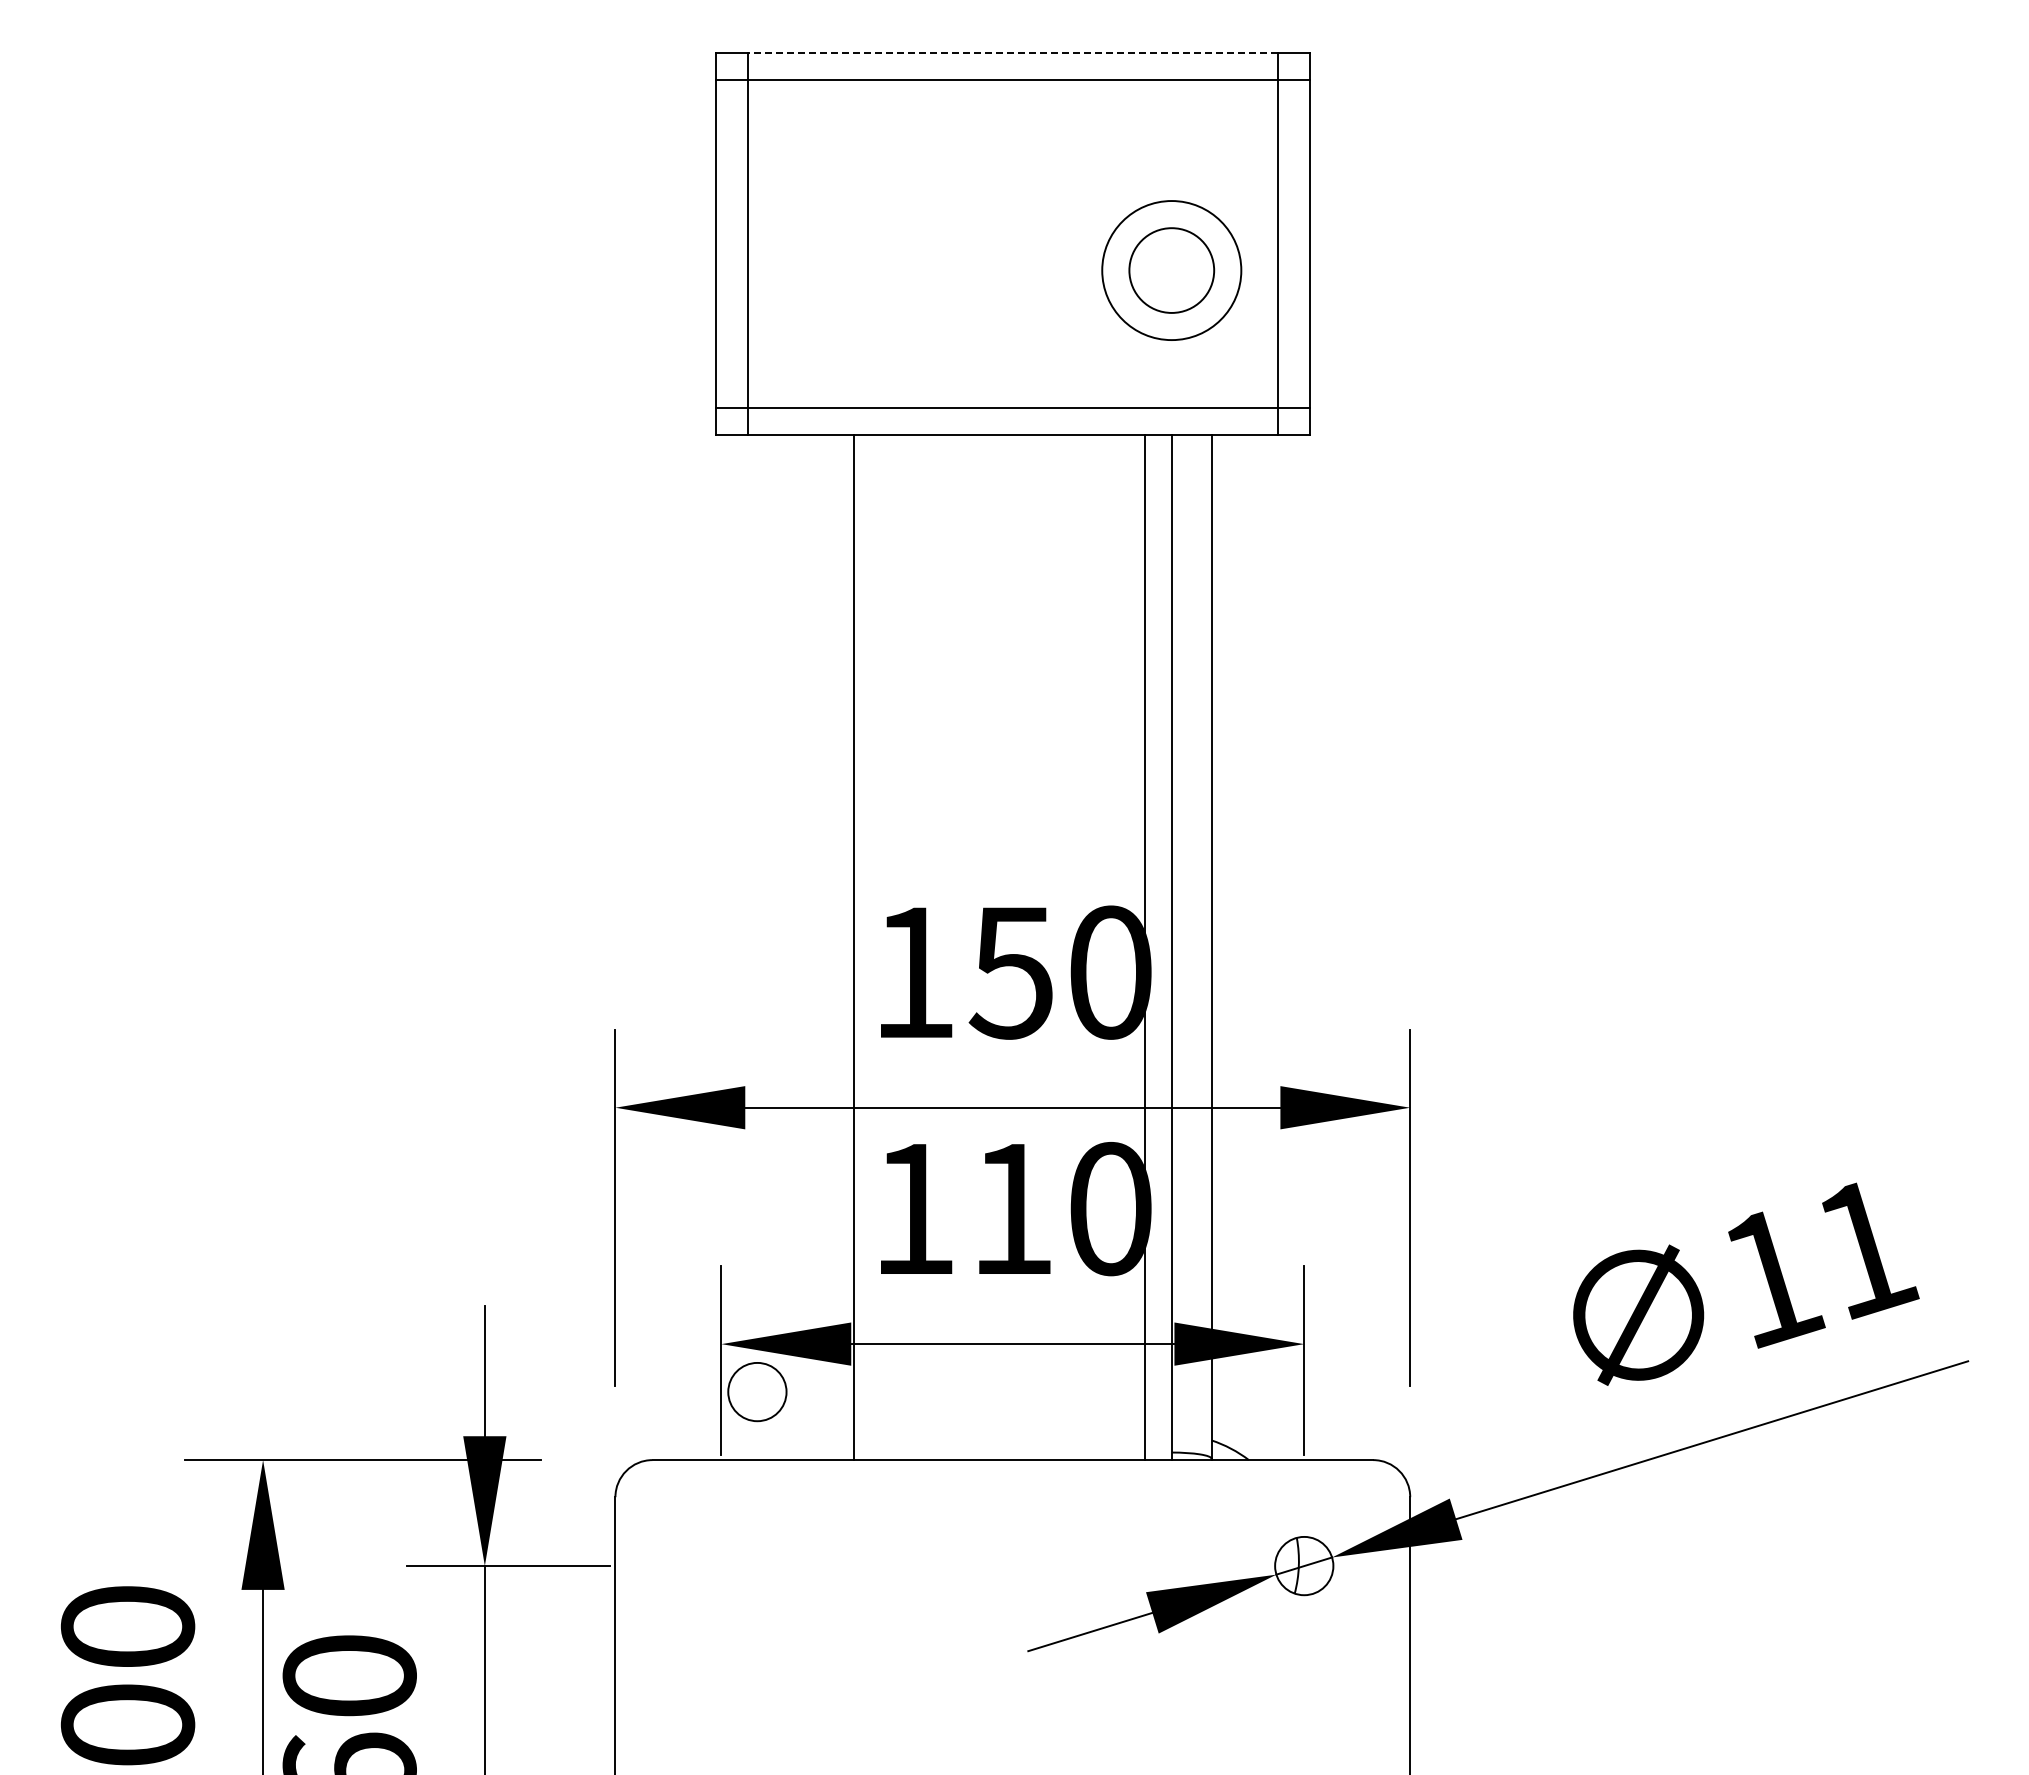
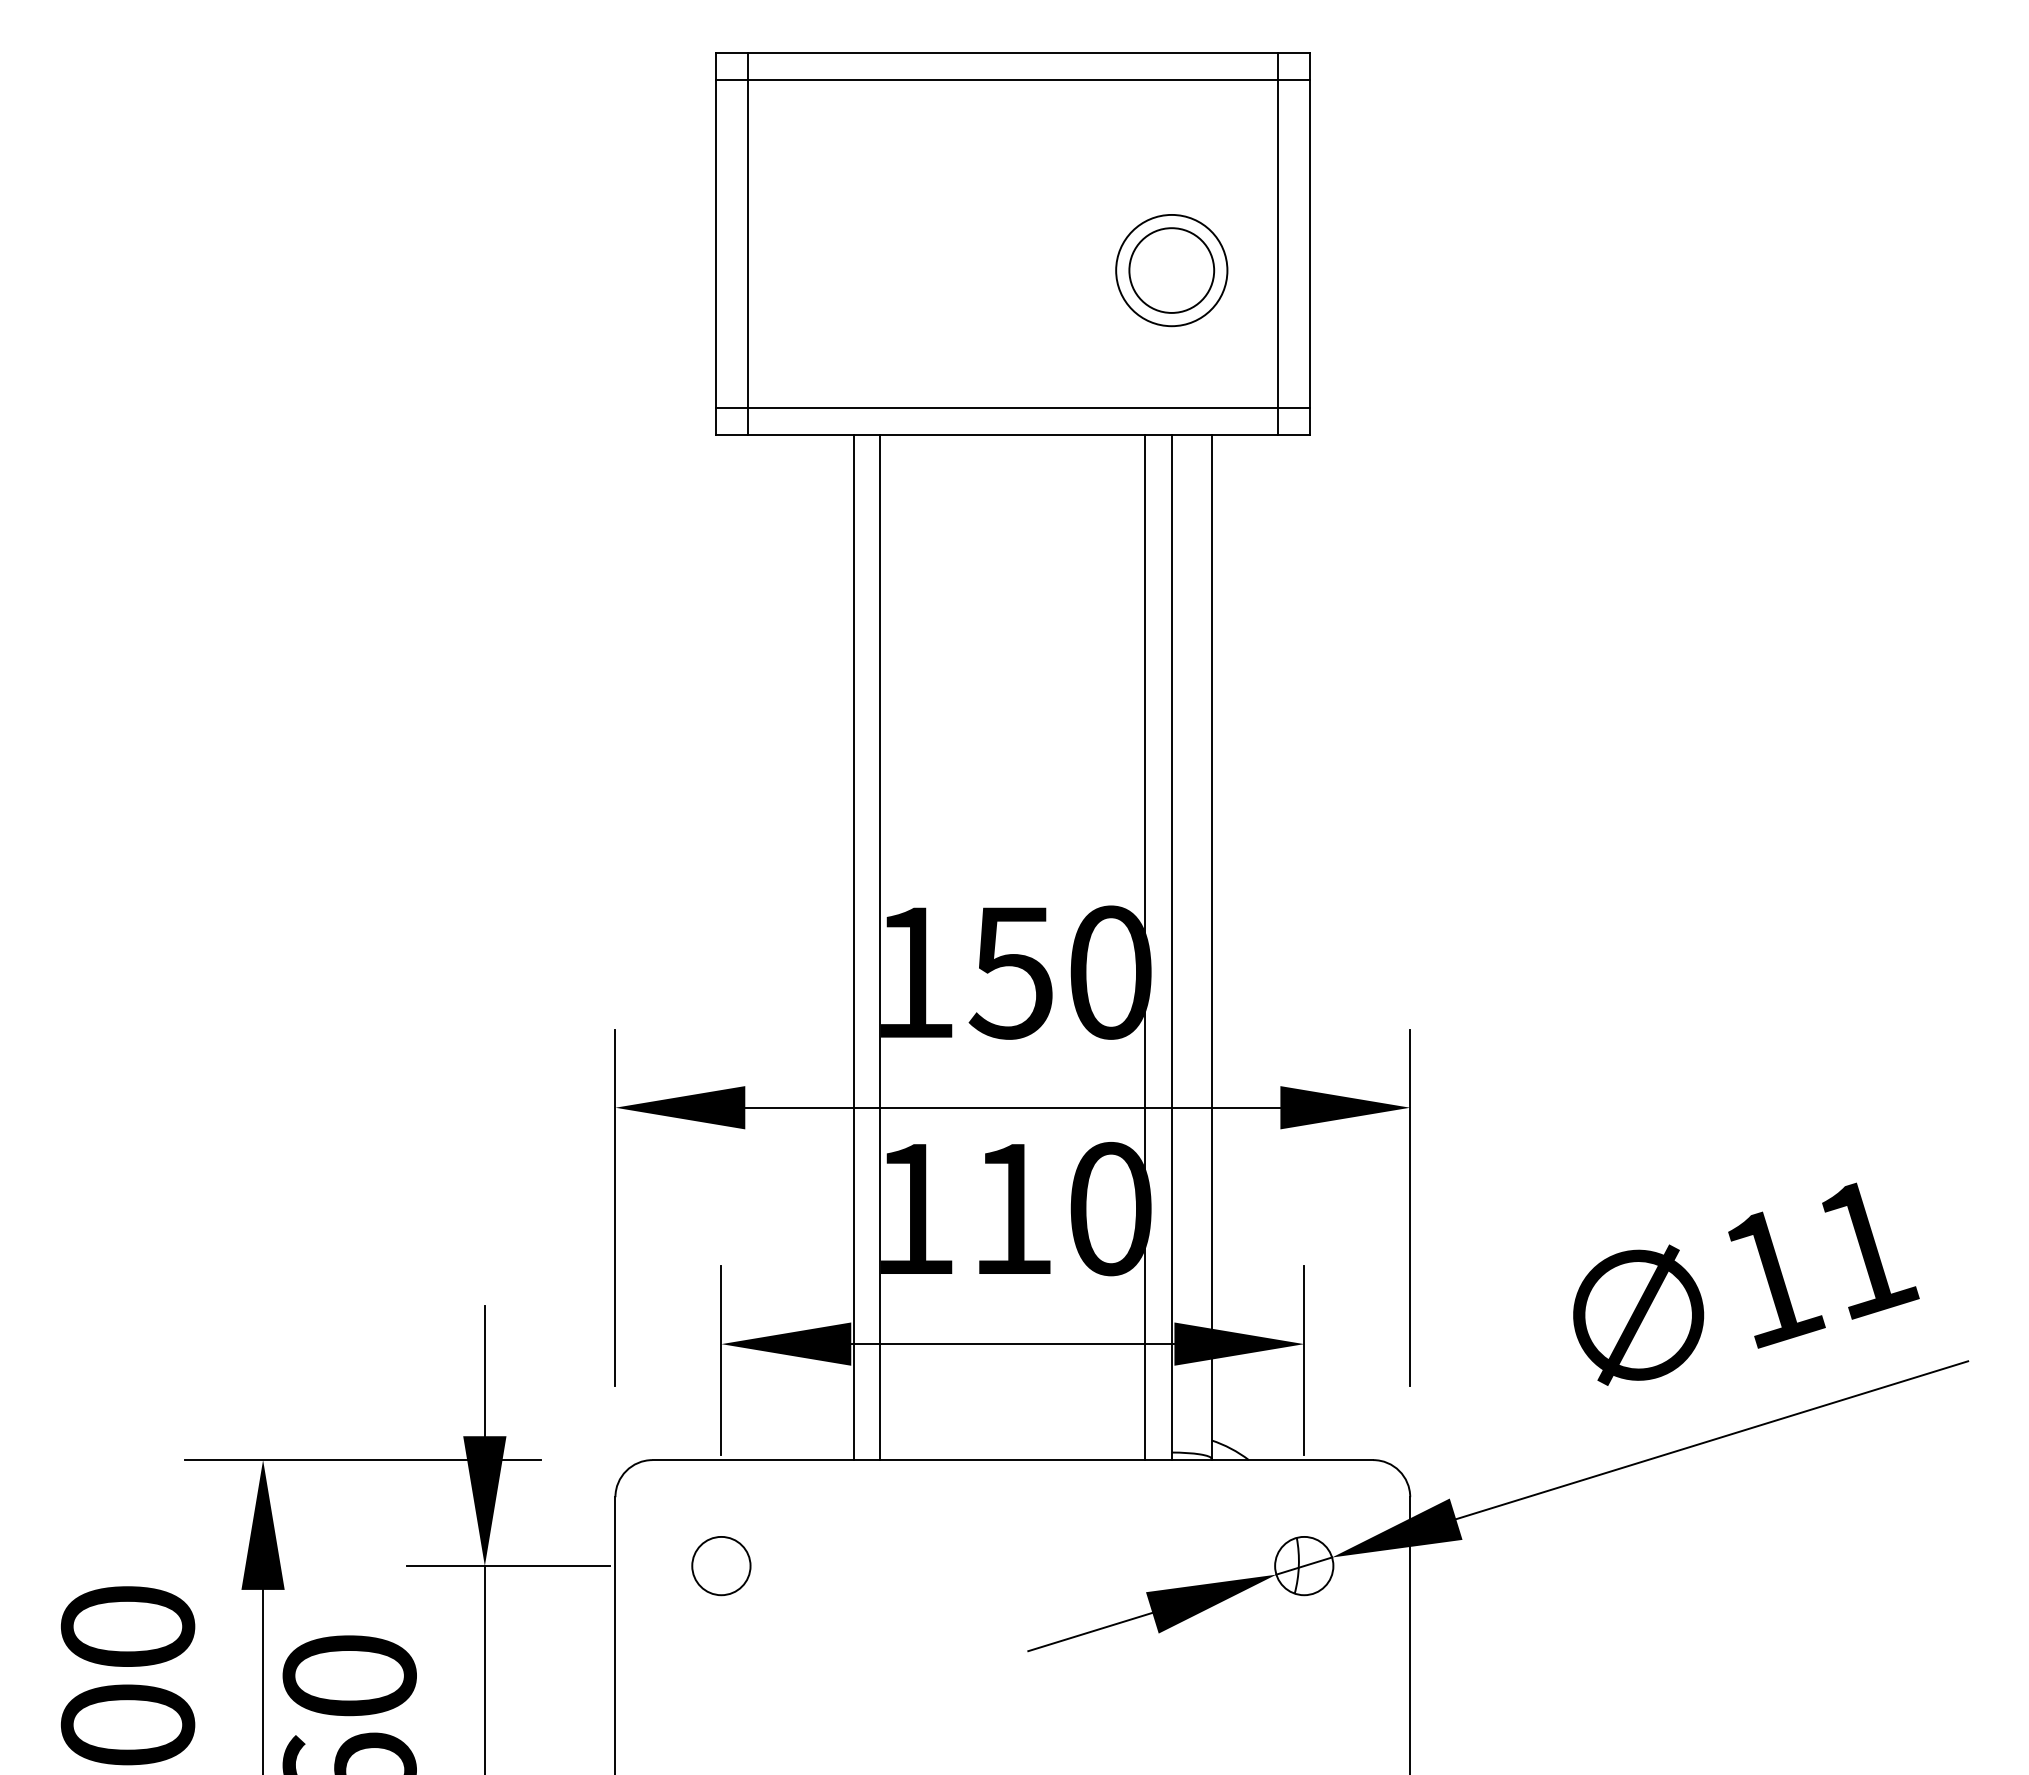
line at (1012, 53): dashed -> solid
circle at (1171, 270) diameter: 139 px -> 111 px
line at (880, 947): none -> present
circle at (757, 1392) position: (757, 1392) -> (721, 1566)
